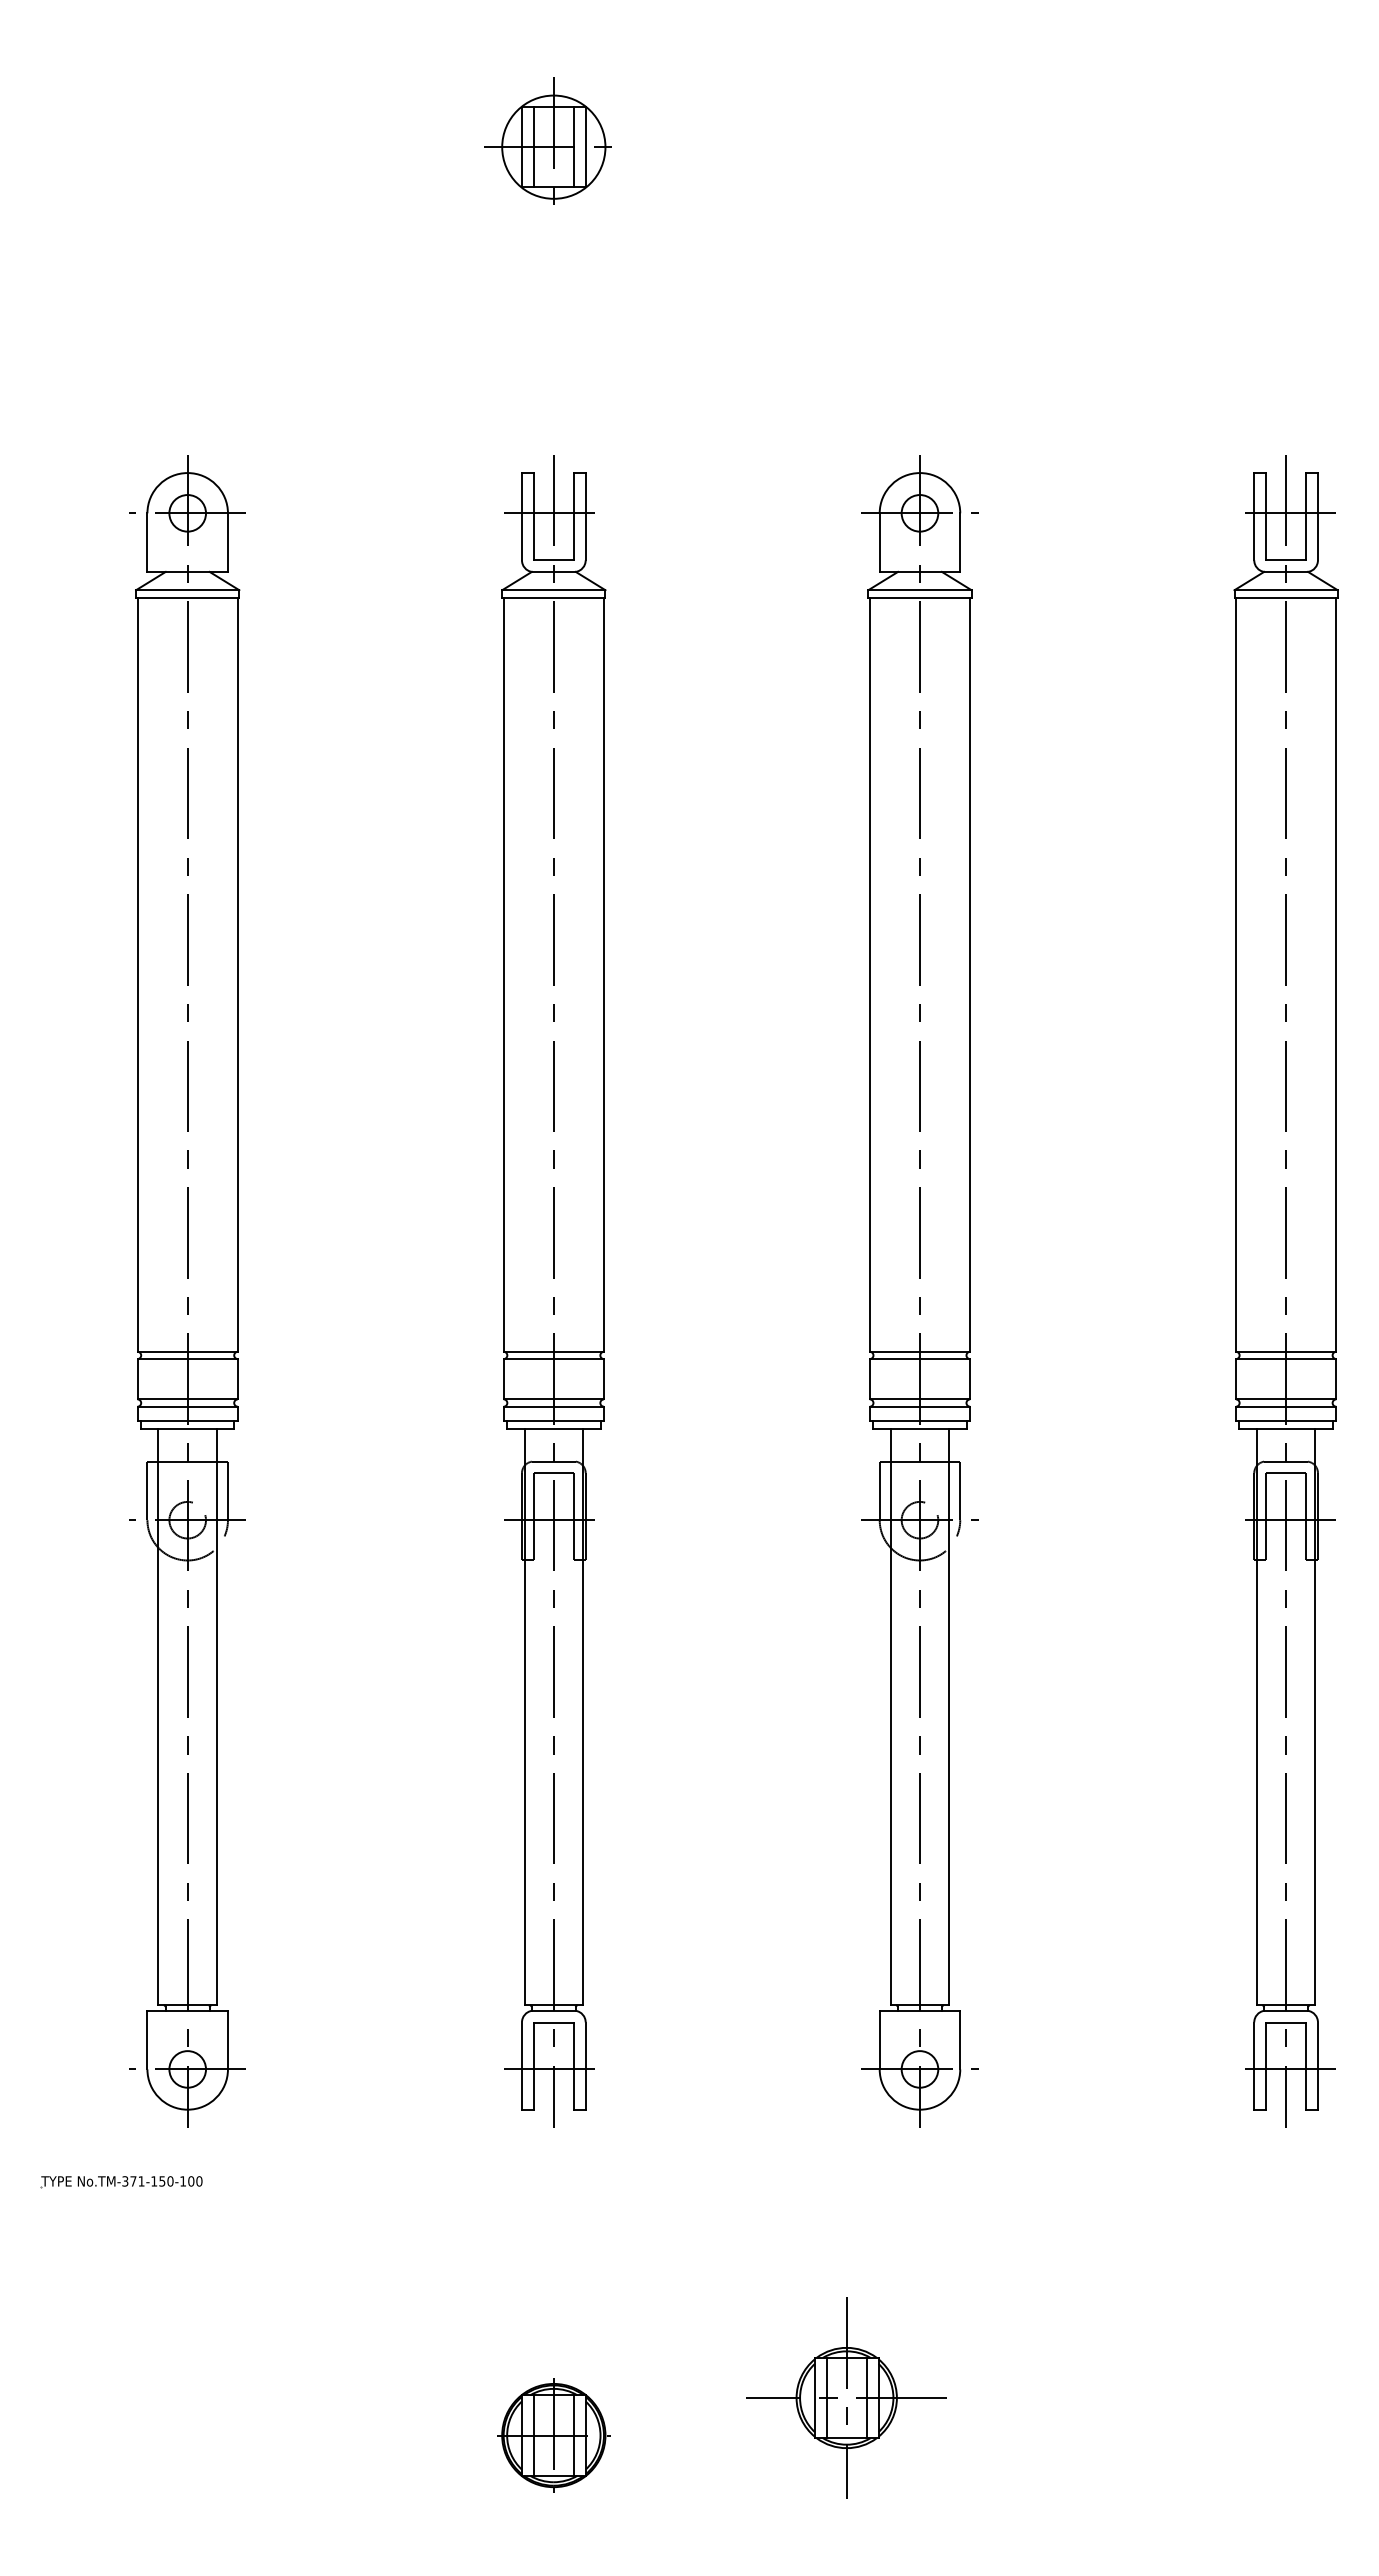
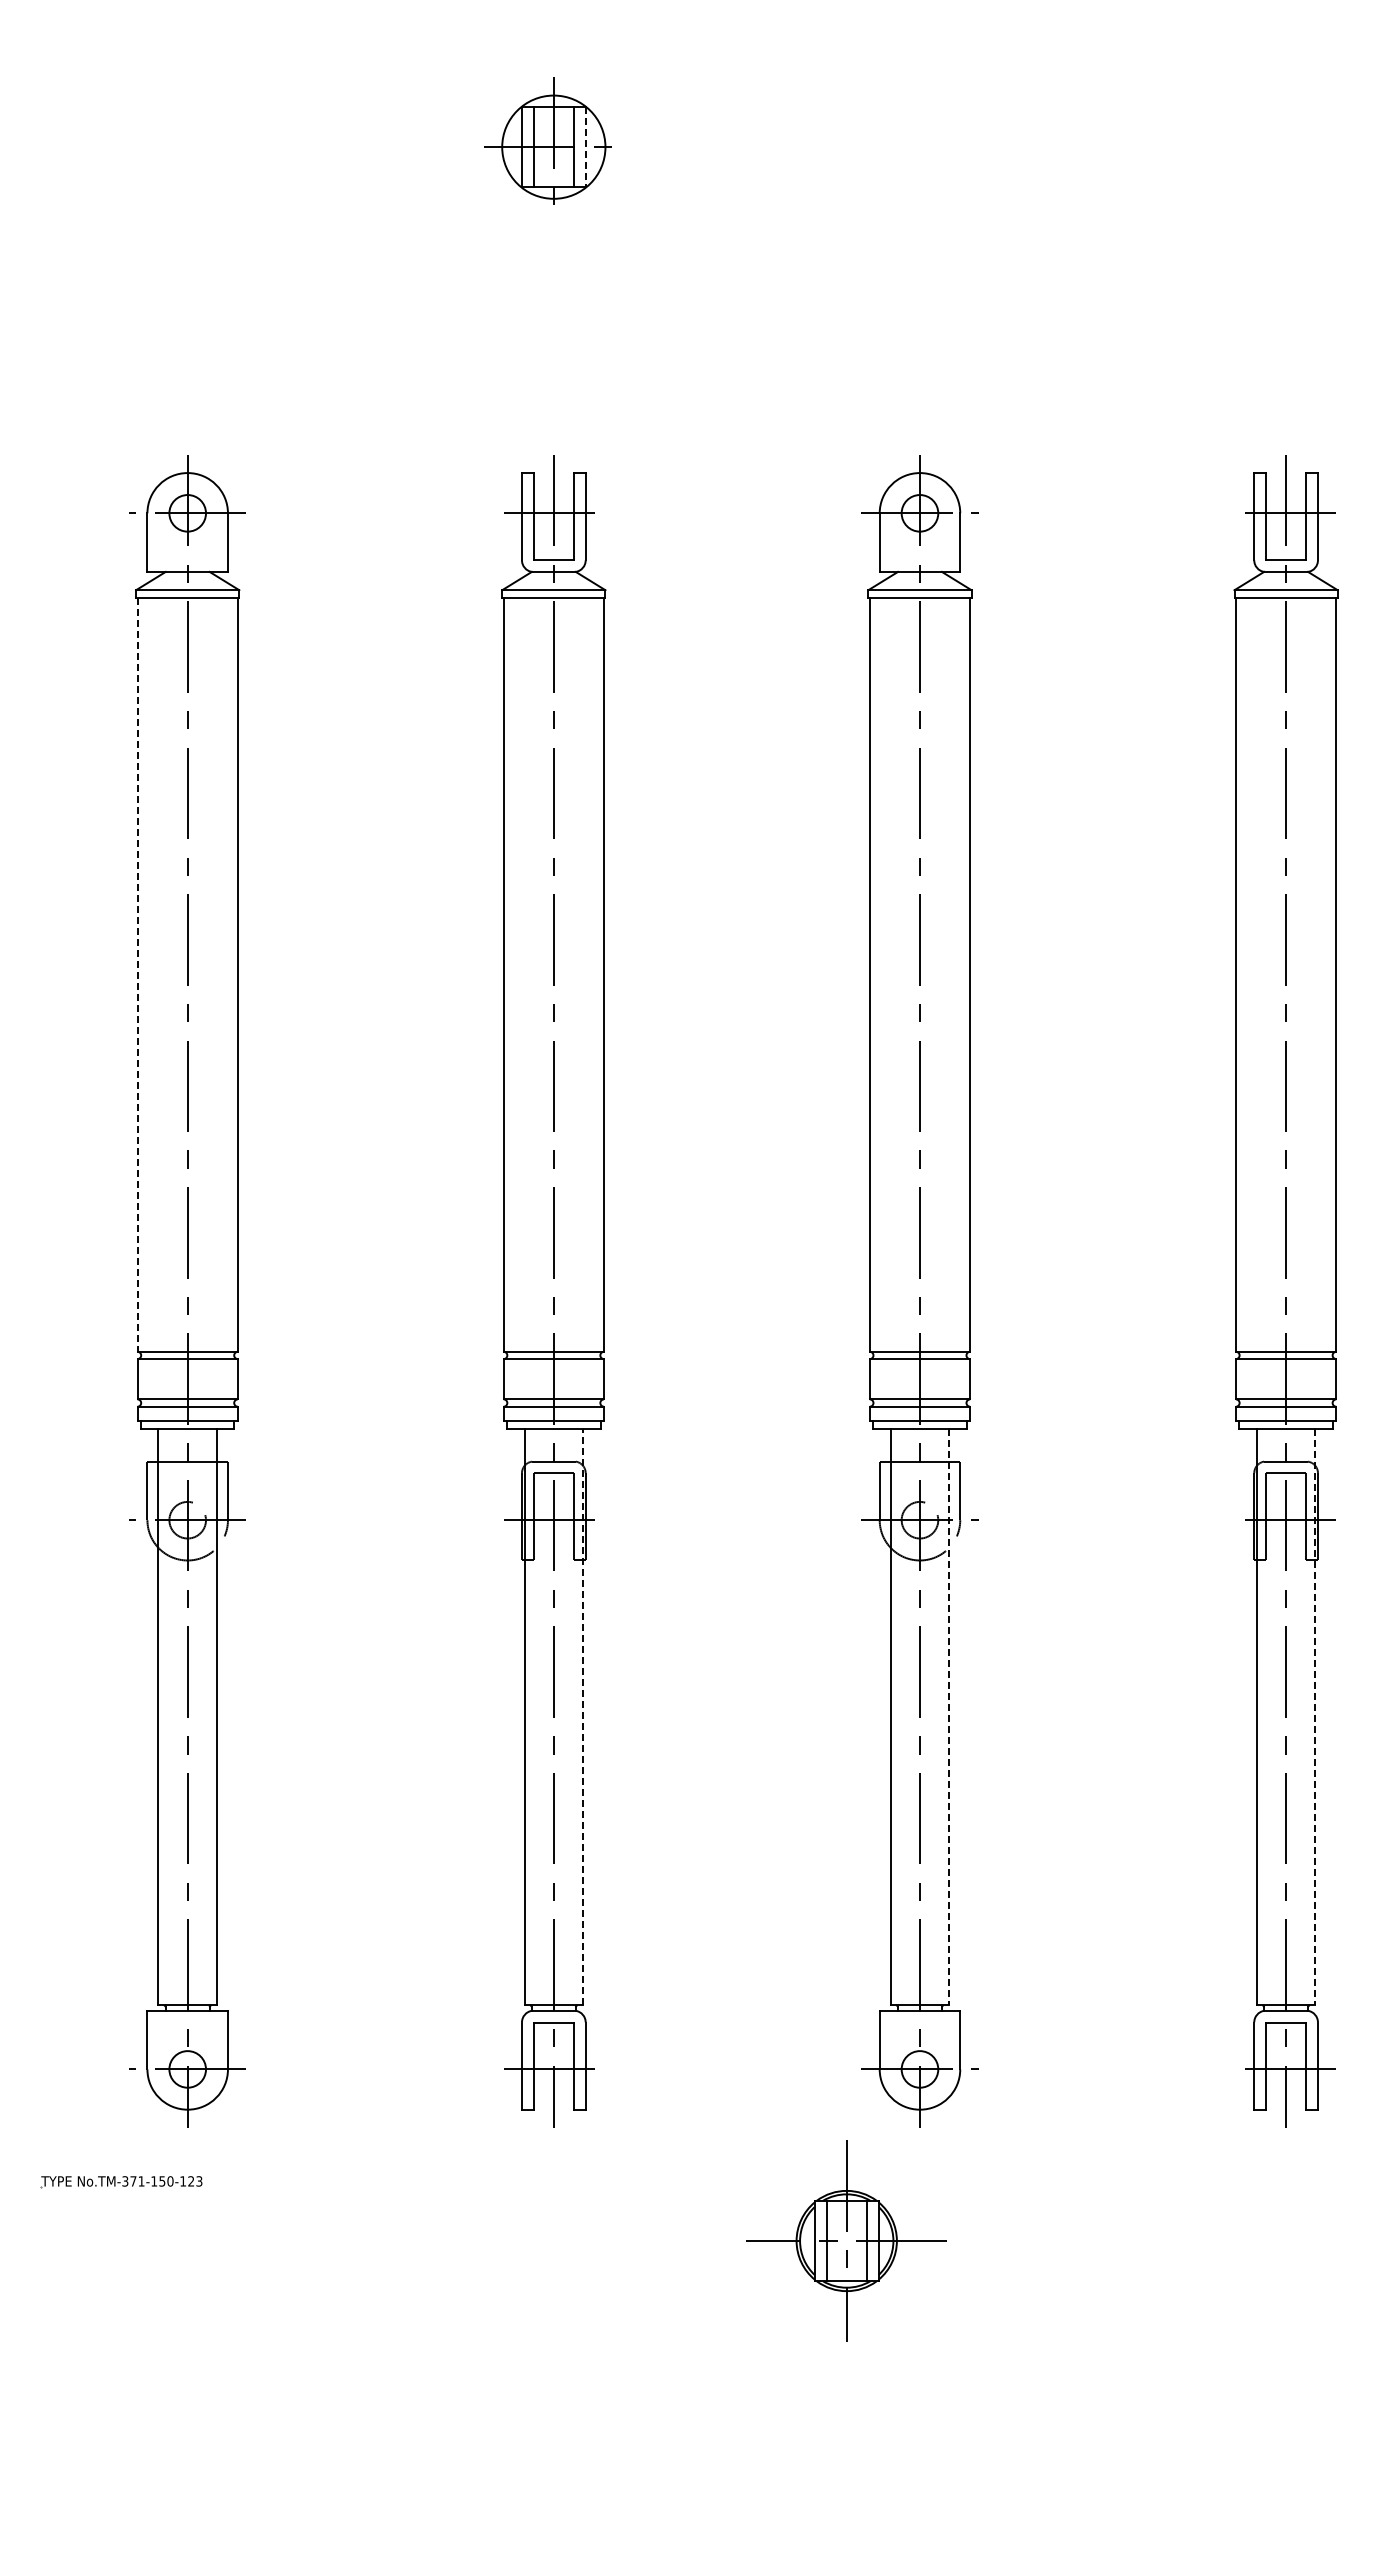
line at (585, 147): solid -> dashed
line at (137, 975): solid -> dashed
line at (583, 1716): solid -> dashed
line at (949, 1717): solid -> dashed
line at (1315, 1717): solid -> dashed
text at (195, 2181): No.TM-371-150-100 -> No.TM-371-150-123
part at (846, 2397) position: (846, 2397) -> (846, 2240)
part at (553, 2435): present -> none
